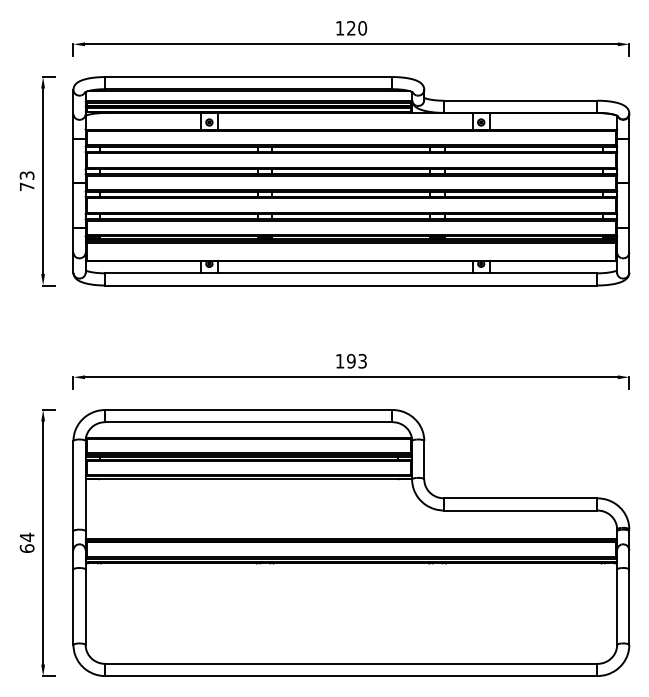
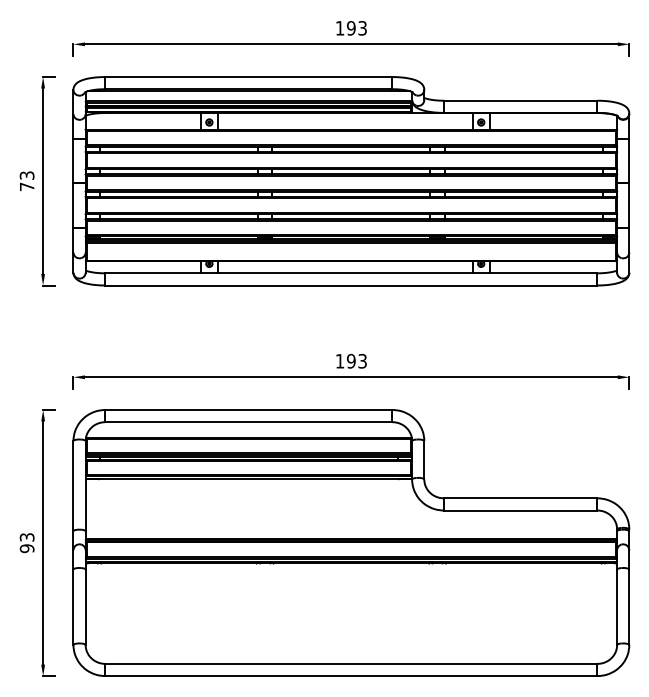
text at (357, 28): 120 -> 193
text at (26, 542): 64 -> 93
